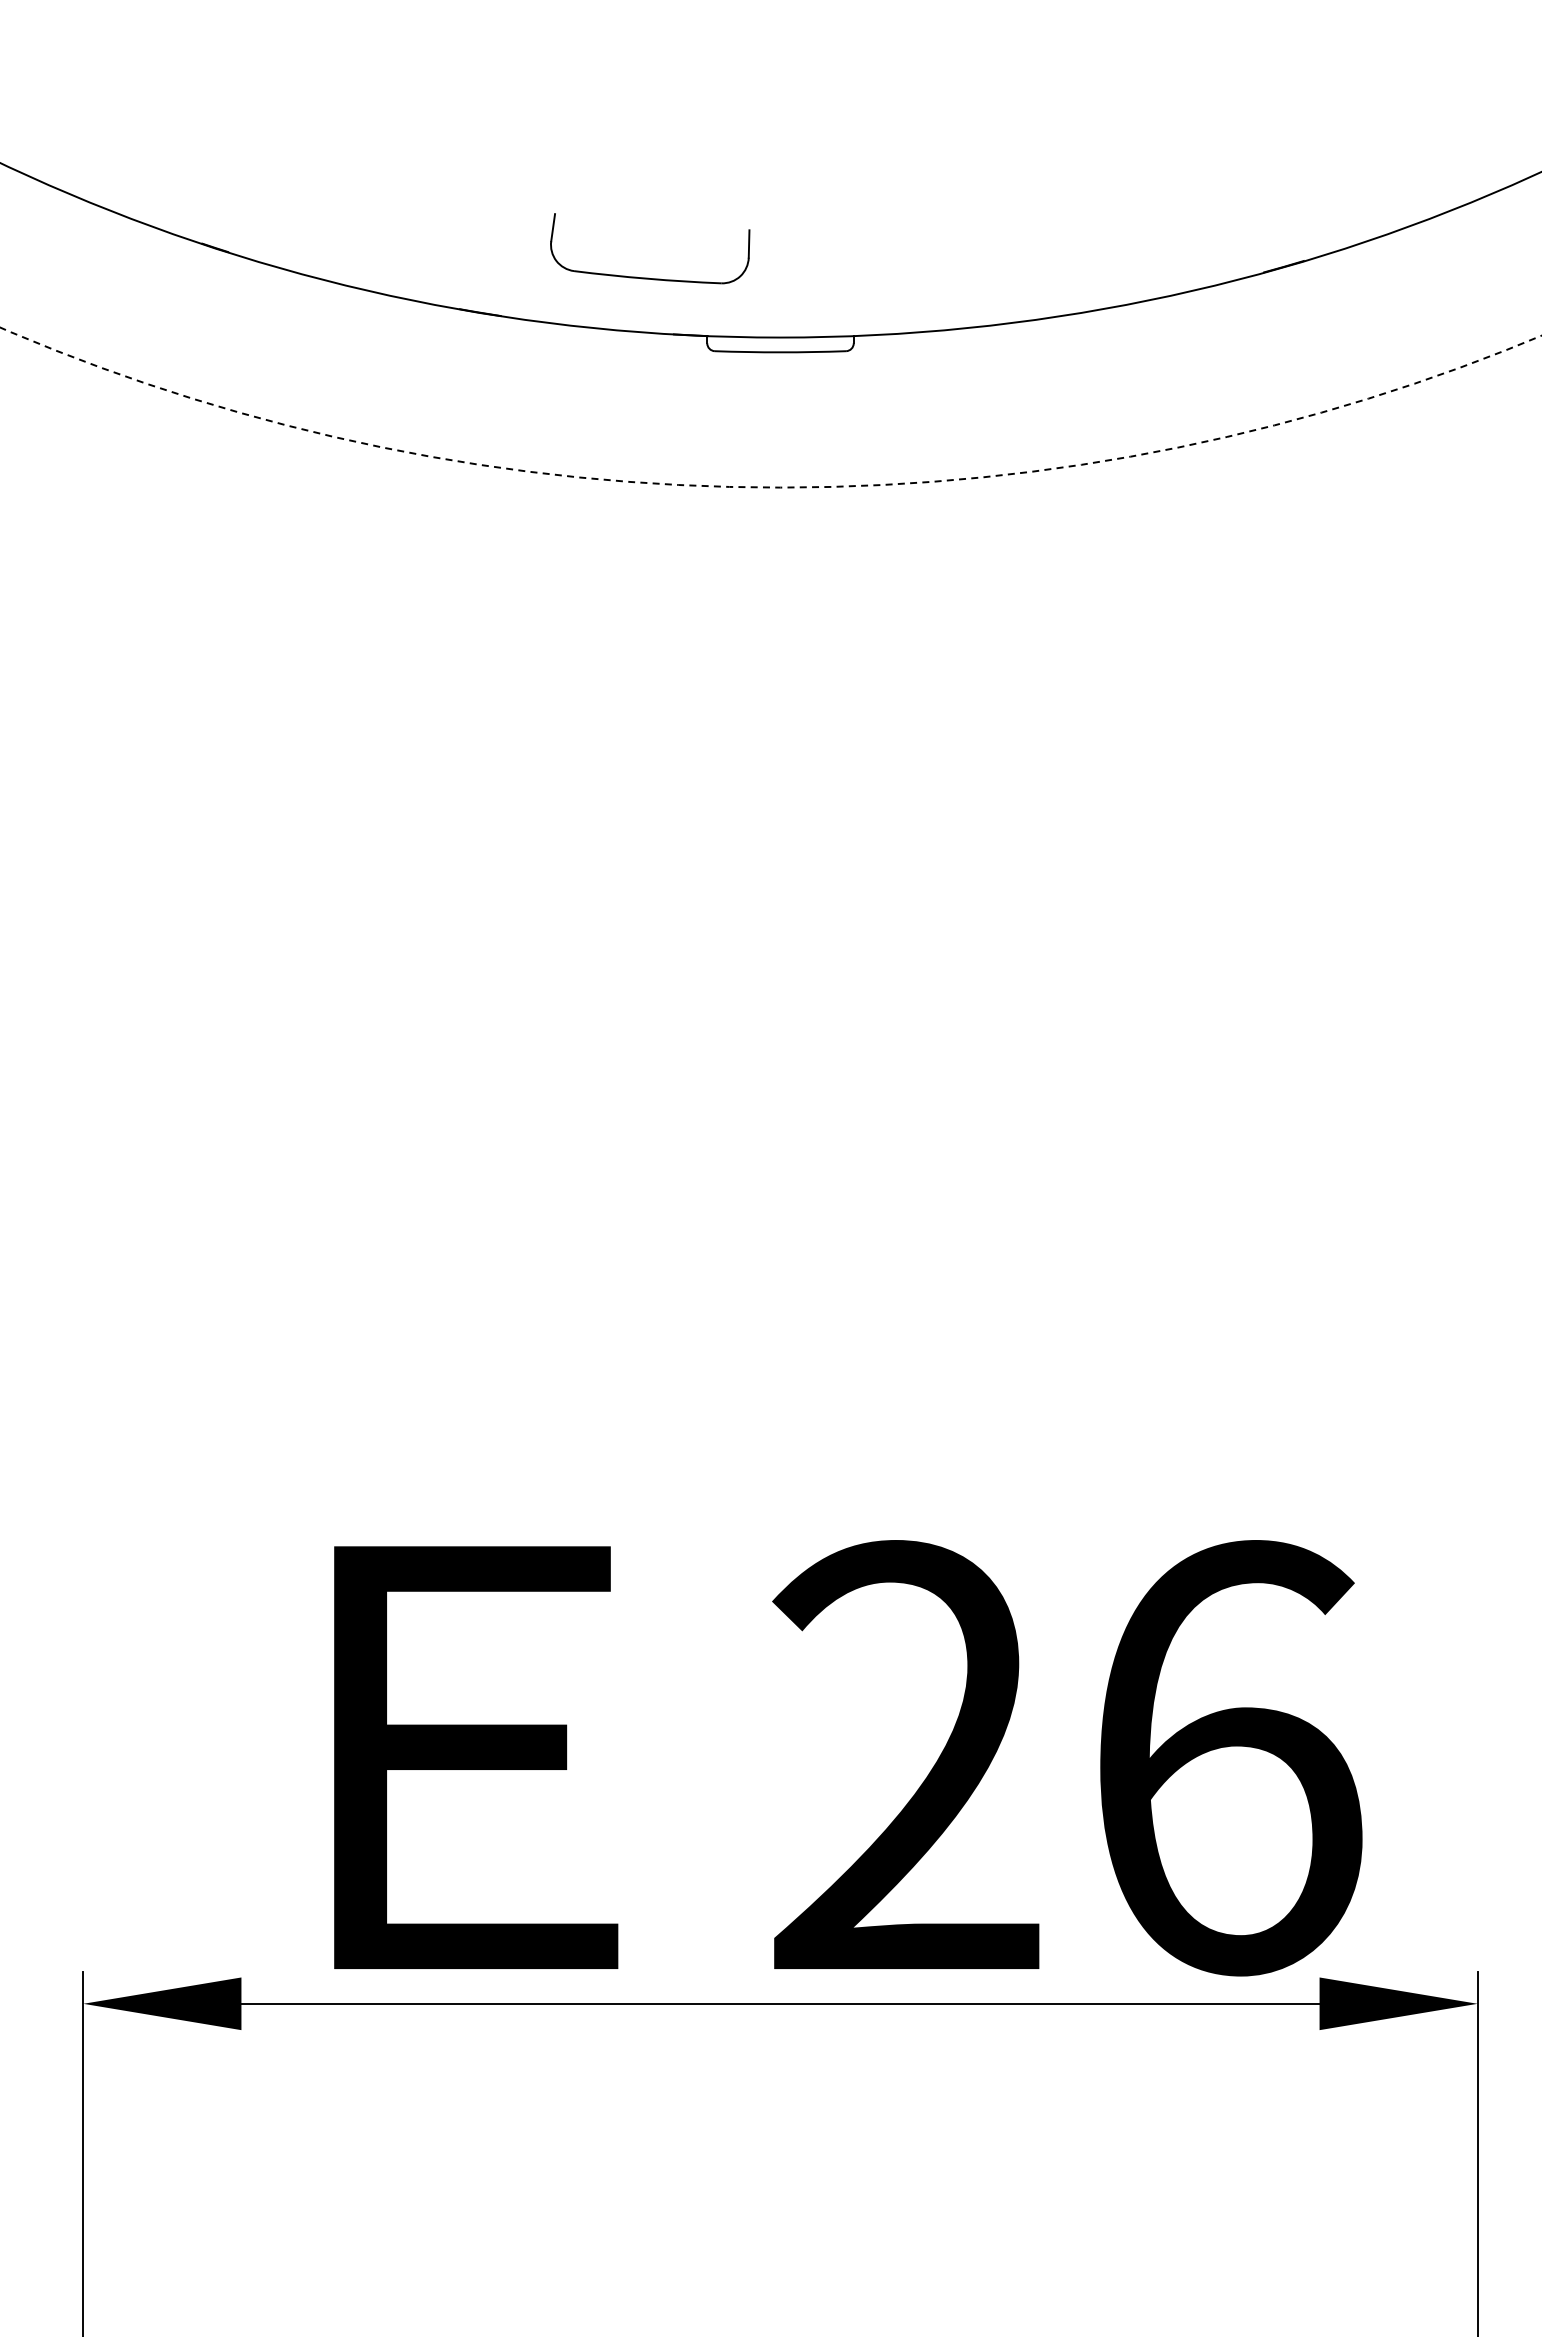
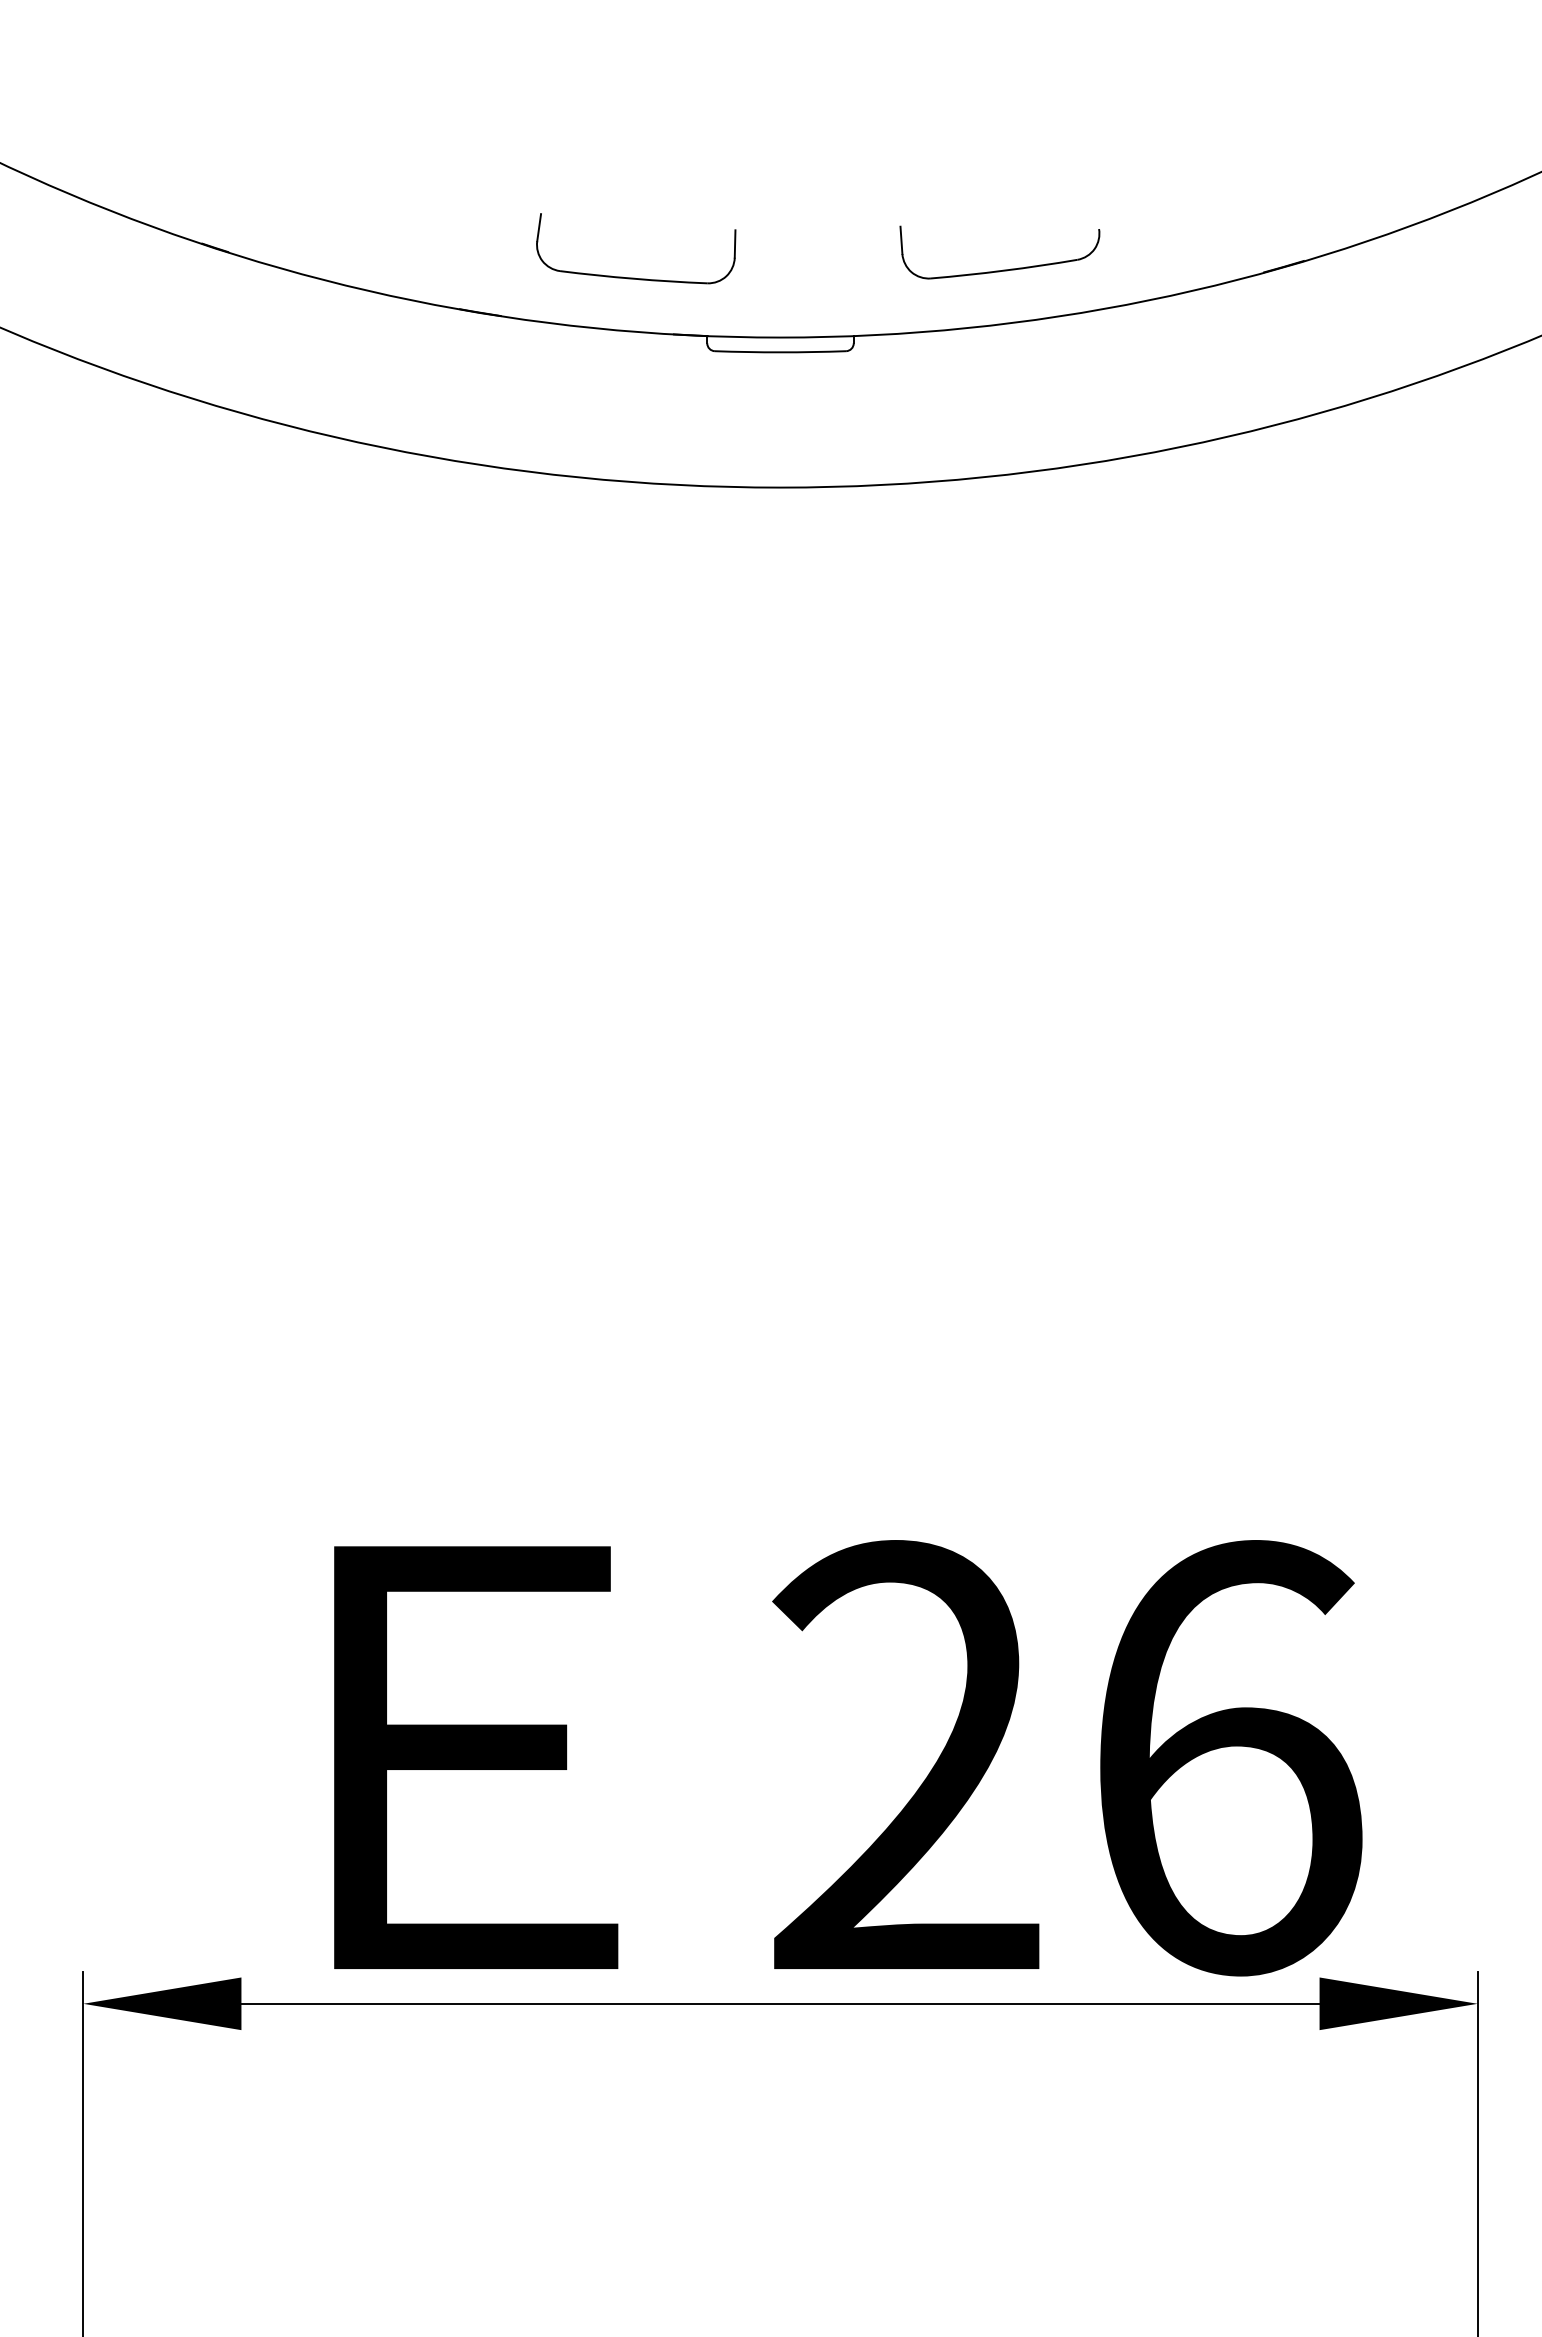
part at (1003, 269): none -> present
part at (648, 277) position: (648, 277) -> (634, 277)
circle at (770, 407): dashed -> solid
